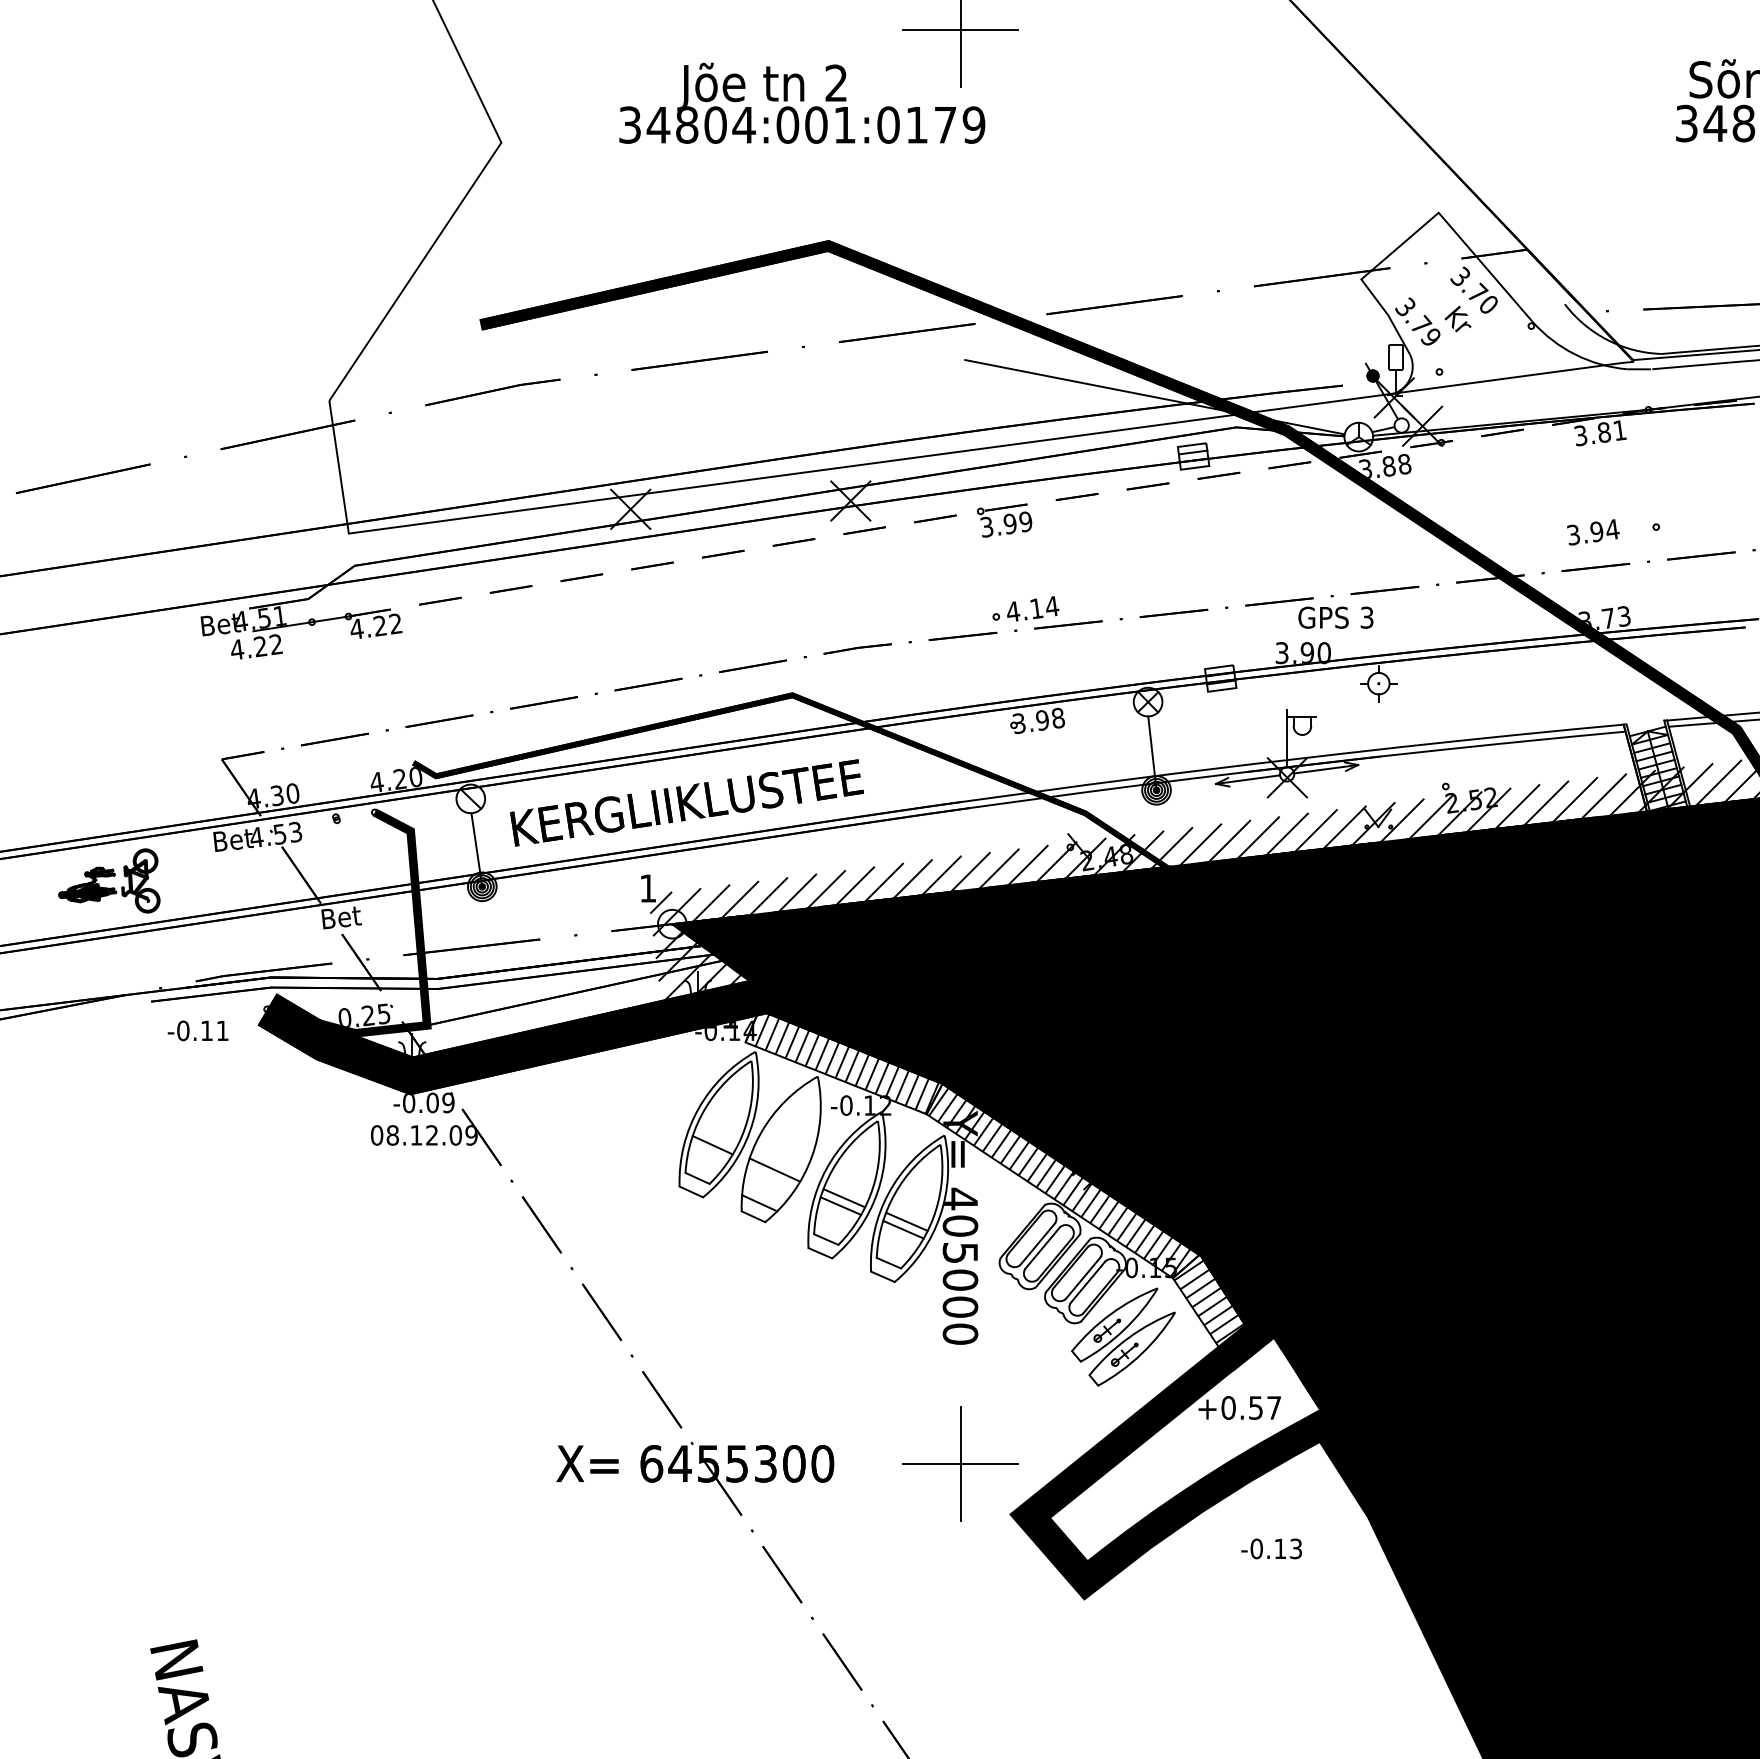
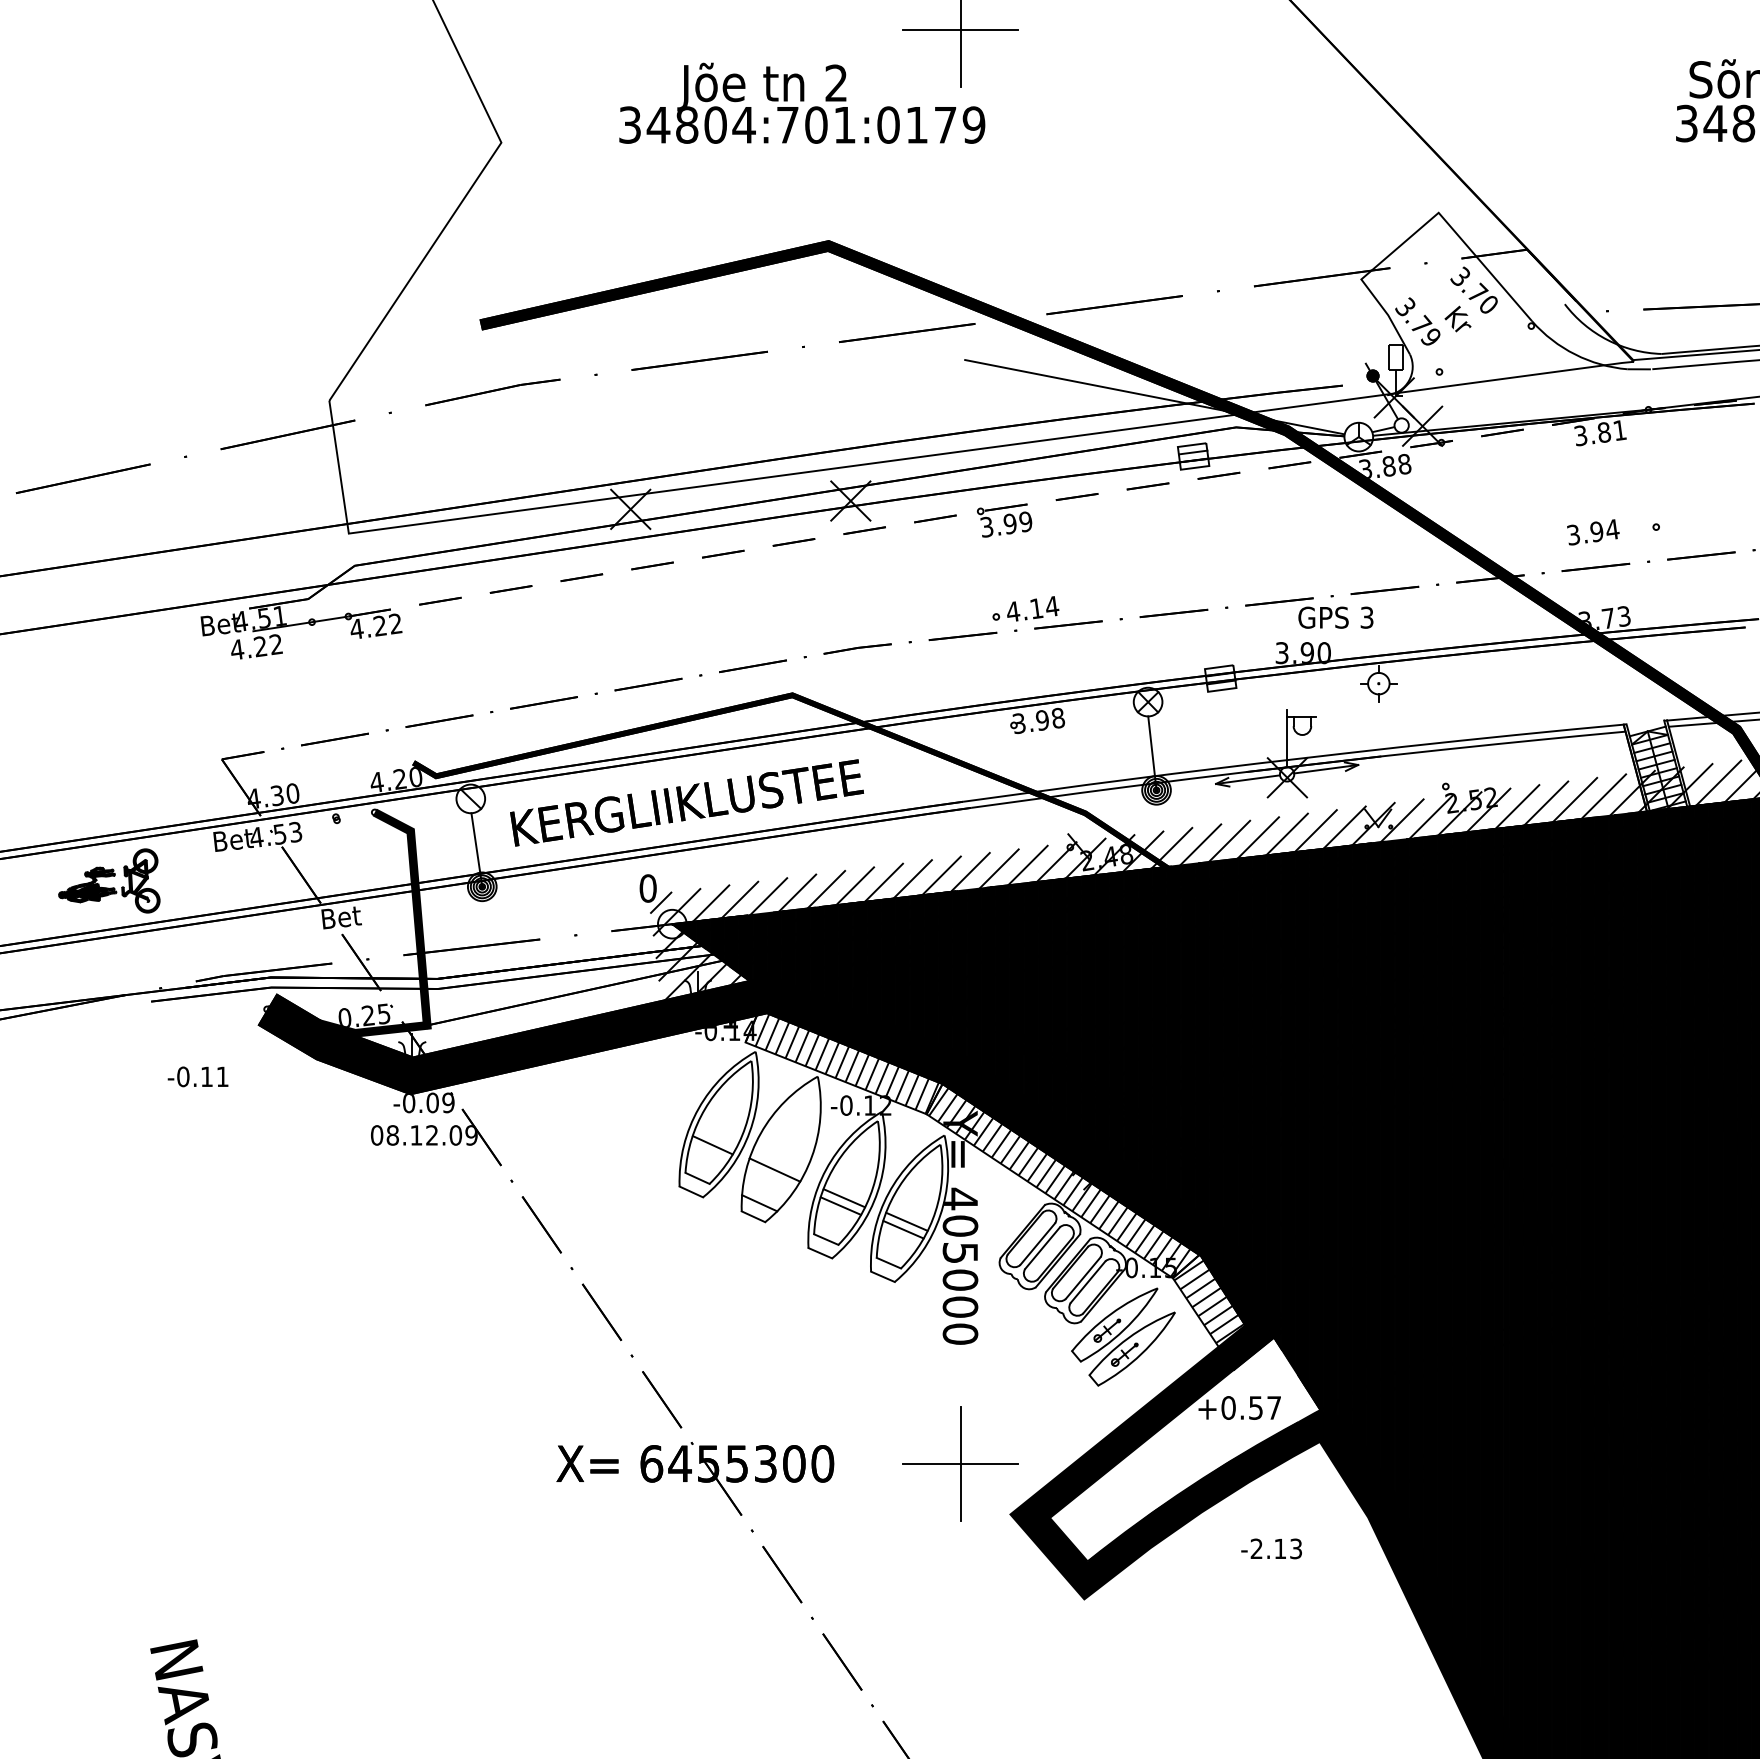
text at (787, 124): 34804:001:0179 -> 34804:701:0179
text at (647, 888): 1 -> 0
text at (197, 1030) position: (197, 1030) -> (197, 1076)
text at (1256, 1548): -0.13 -> -2.13
